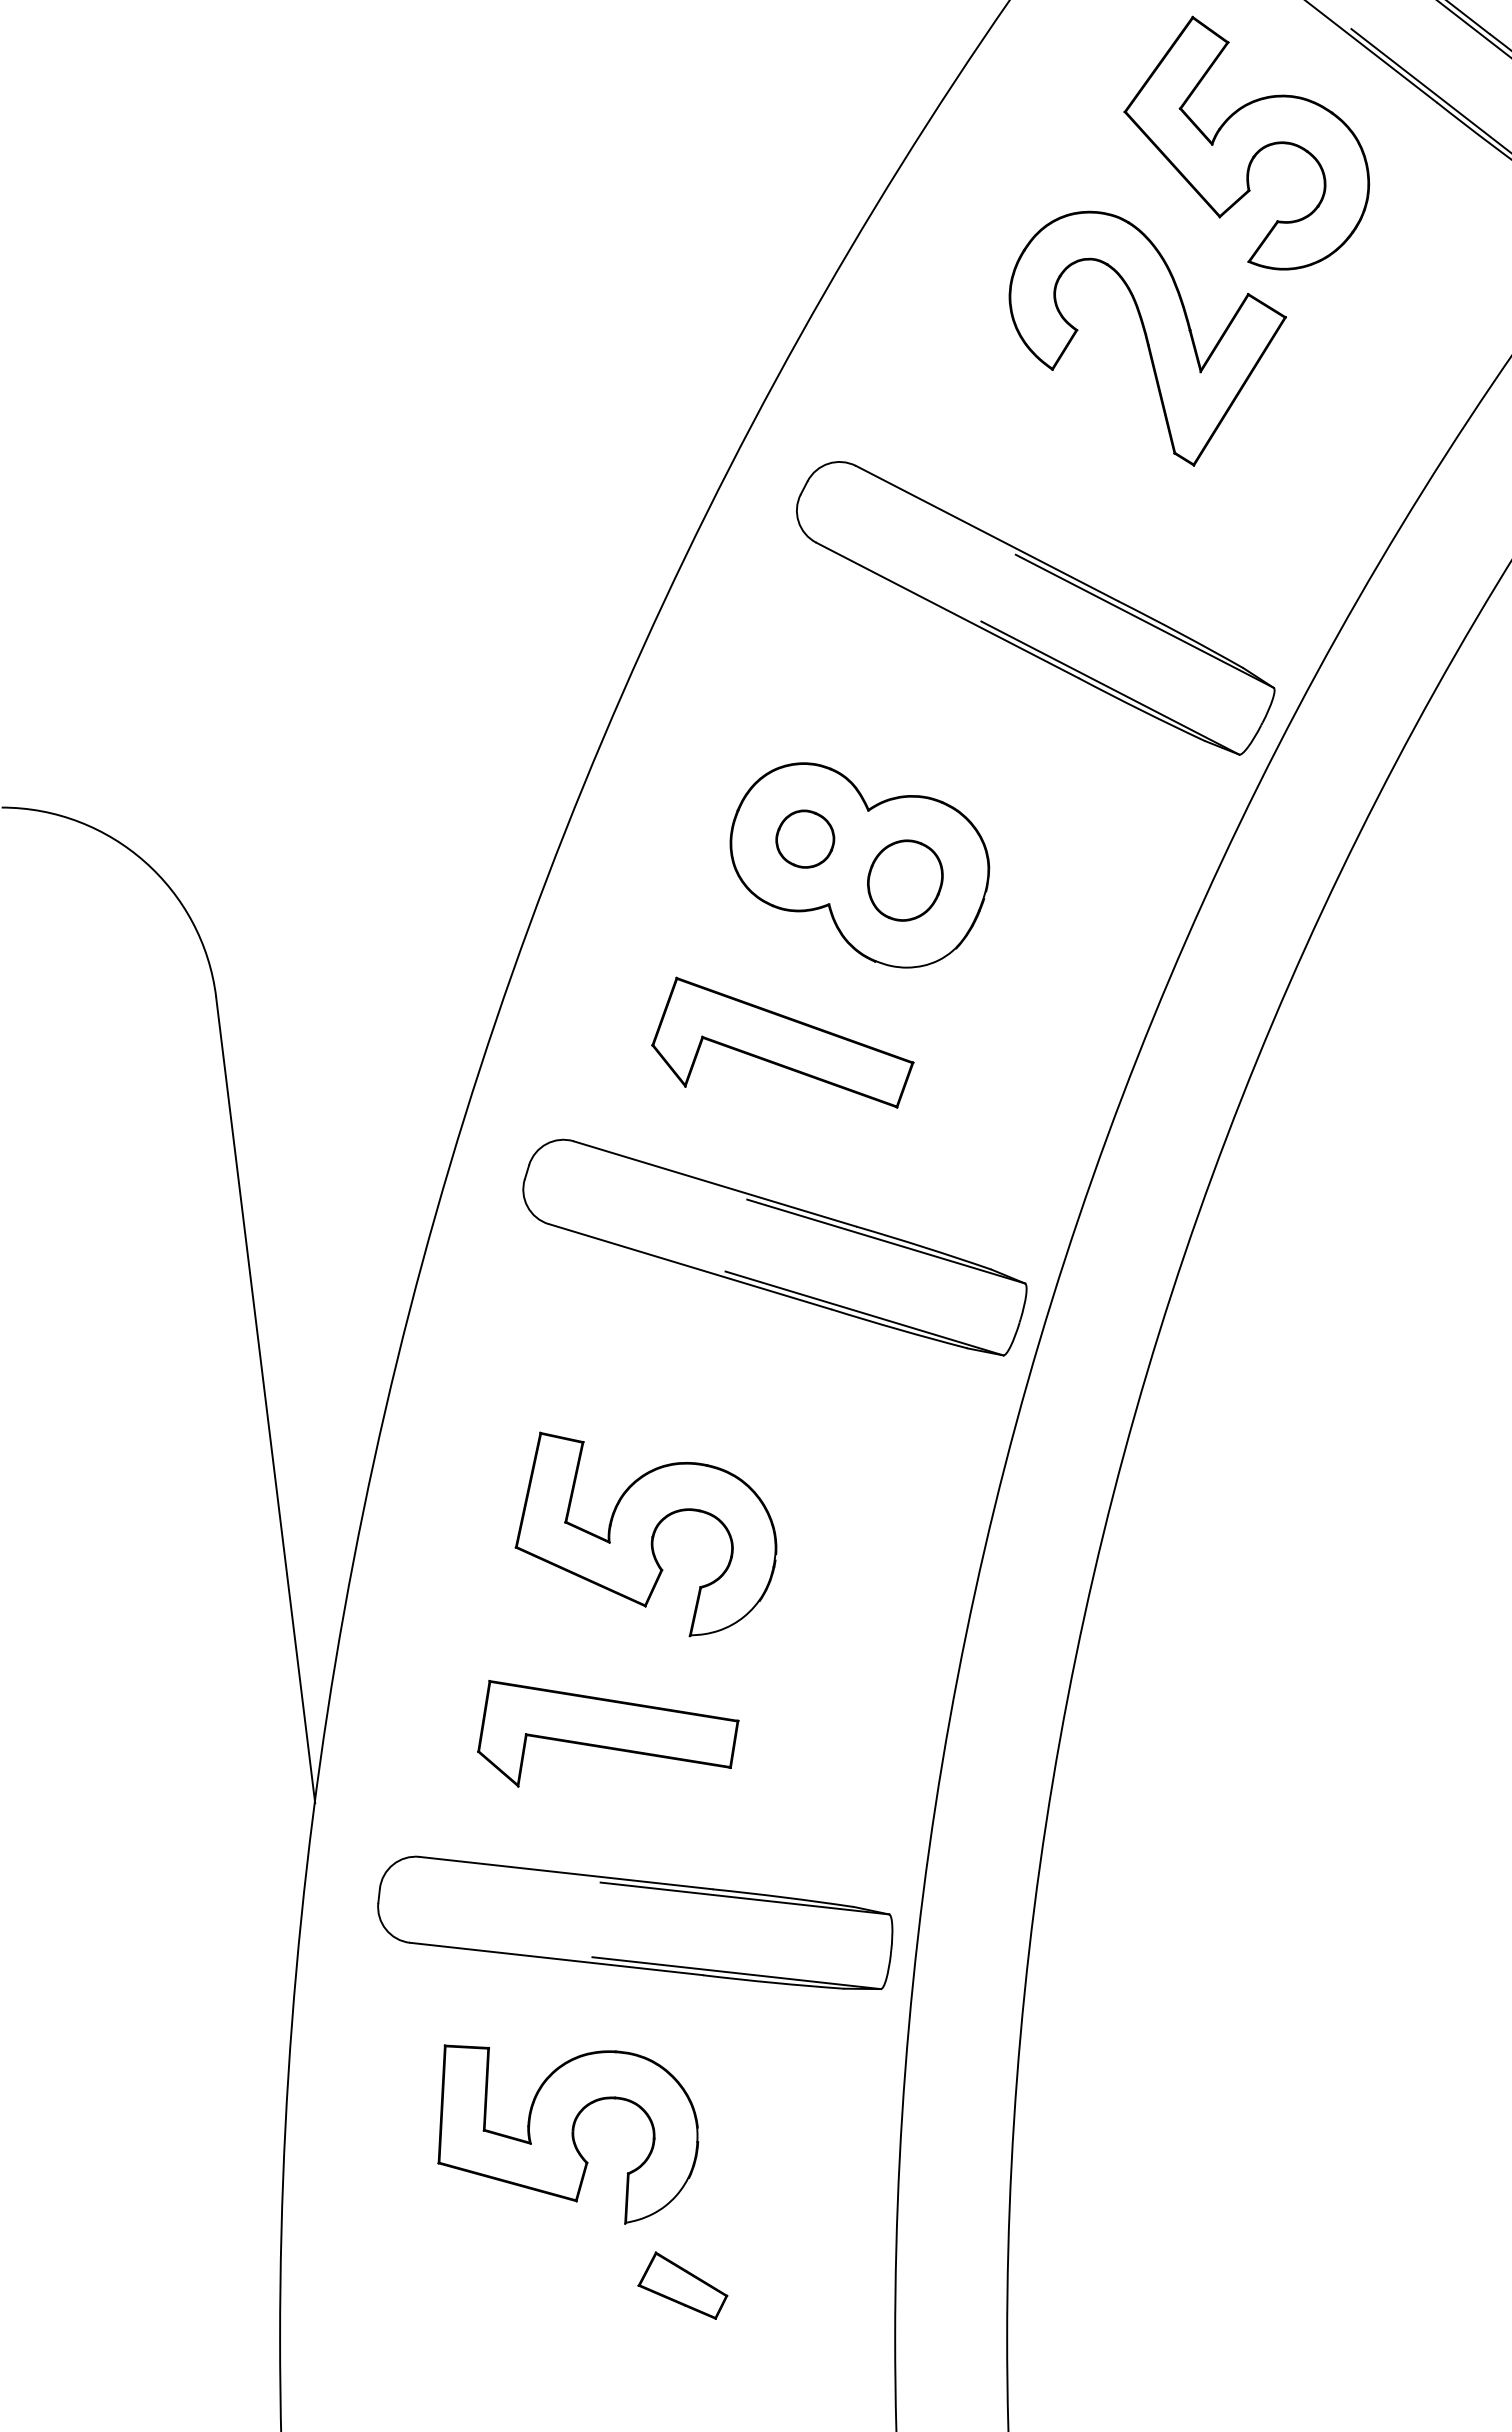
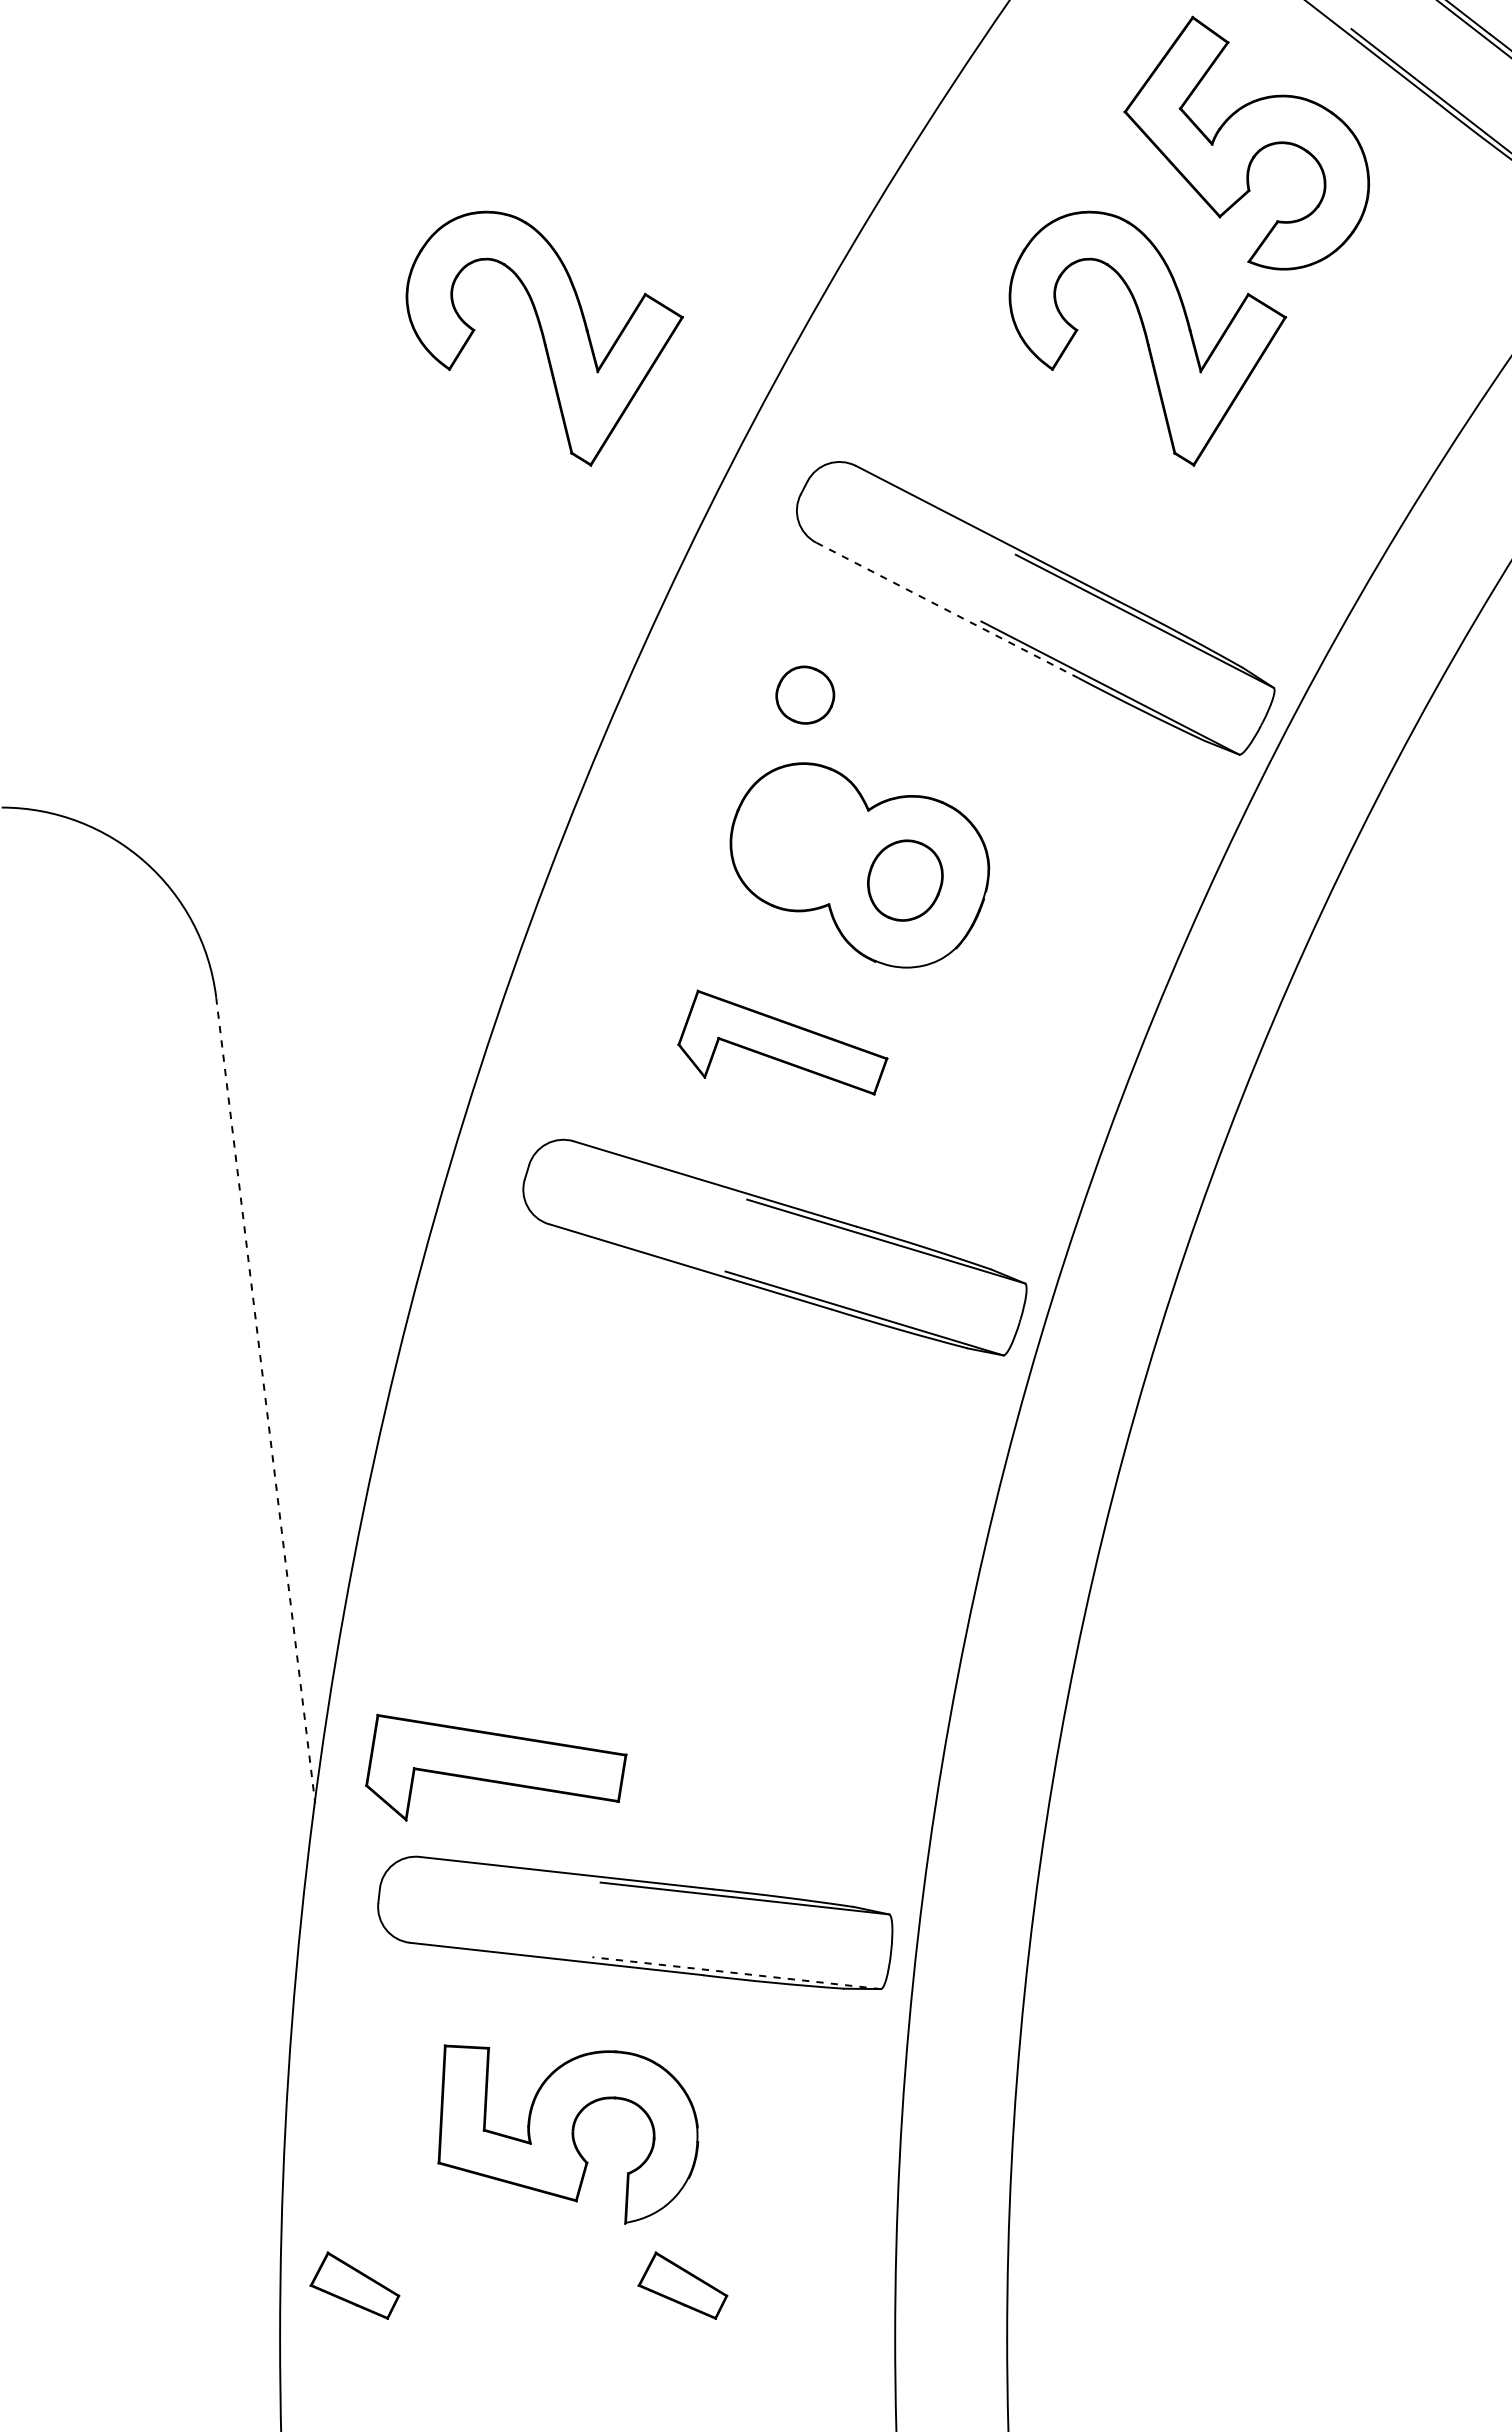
part at (544, 338): none -> present
line at (947, 610): solid -> dashed
part at (805, 838) position: (805, 838) -> (805, 694)
part at (782, 1042) size: 264x133 px -> 212x107 px
line at (265, 1400): solid -> dashed
part at (645, 1534): present -> none
part at (608, 1733) position: (608, 1733) -> (496, 1767)
line at (736, 1973): solid -> dashed
part at (354, 2285): none -> present
